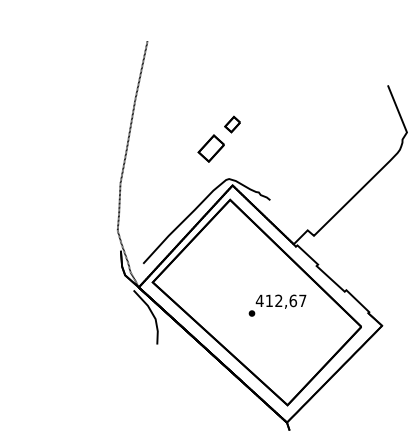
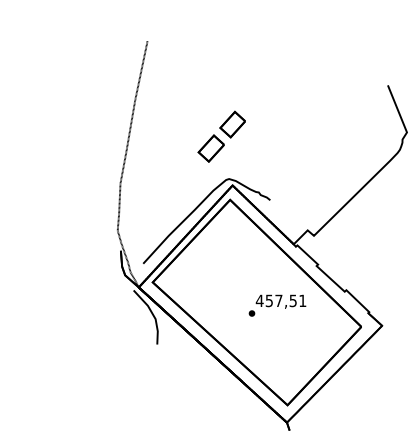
part at (232, 124) size: 17x19 px -> 27x29 px
text at (285, 300): 412,67 -> 457,51
